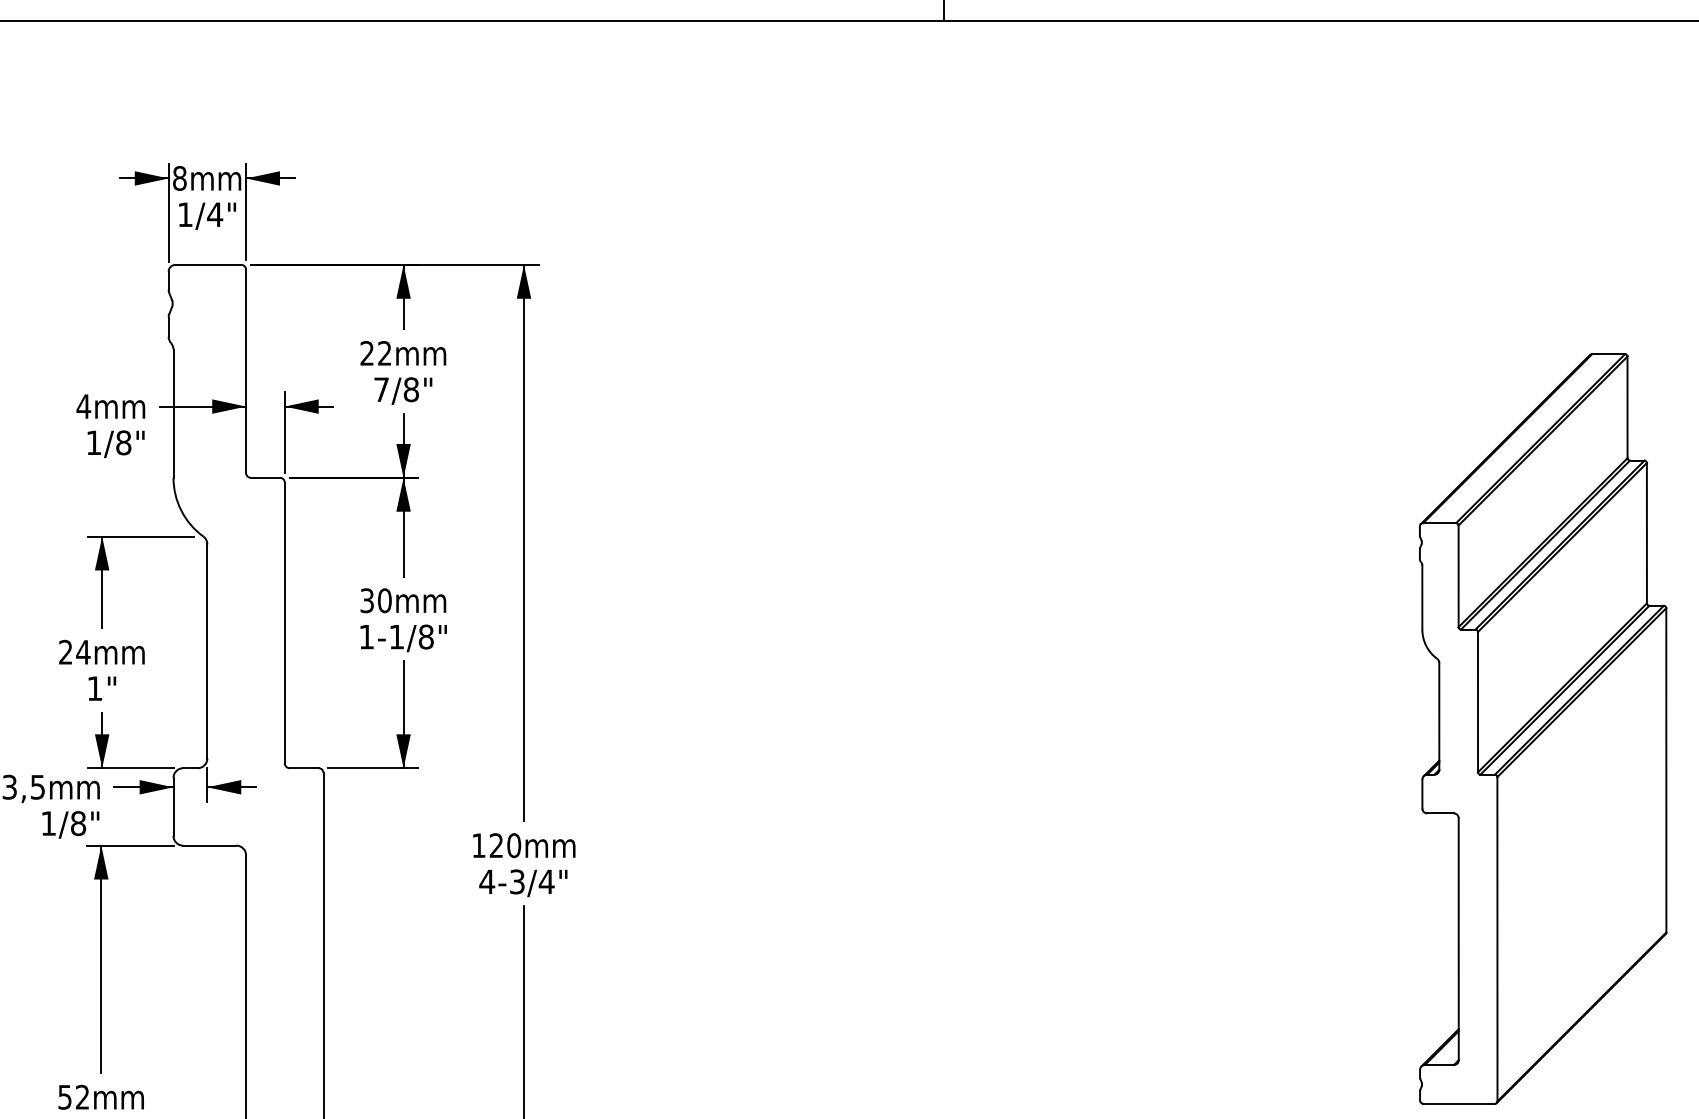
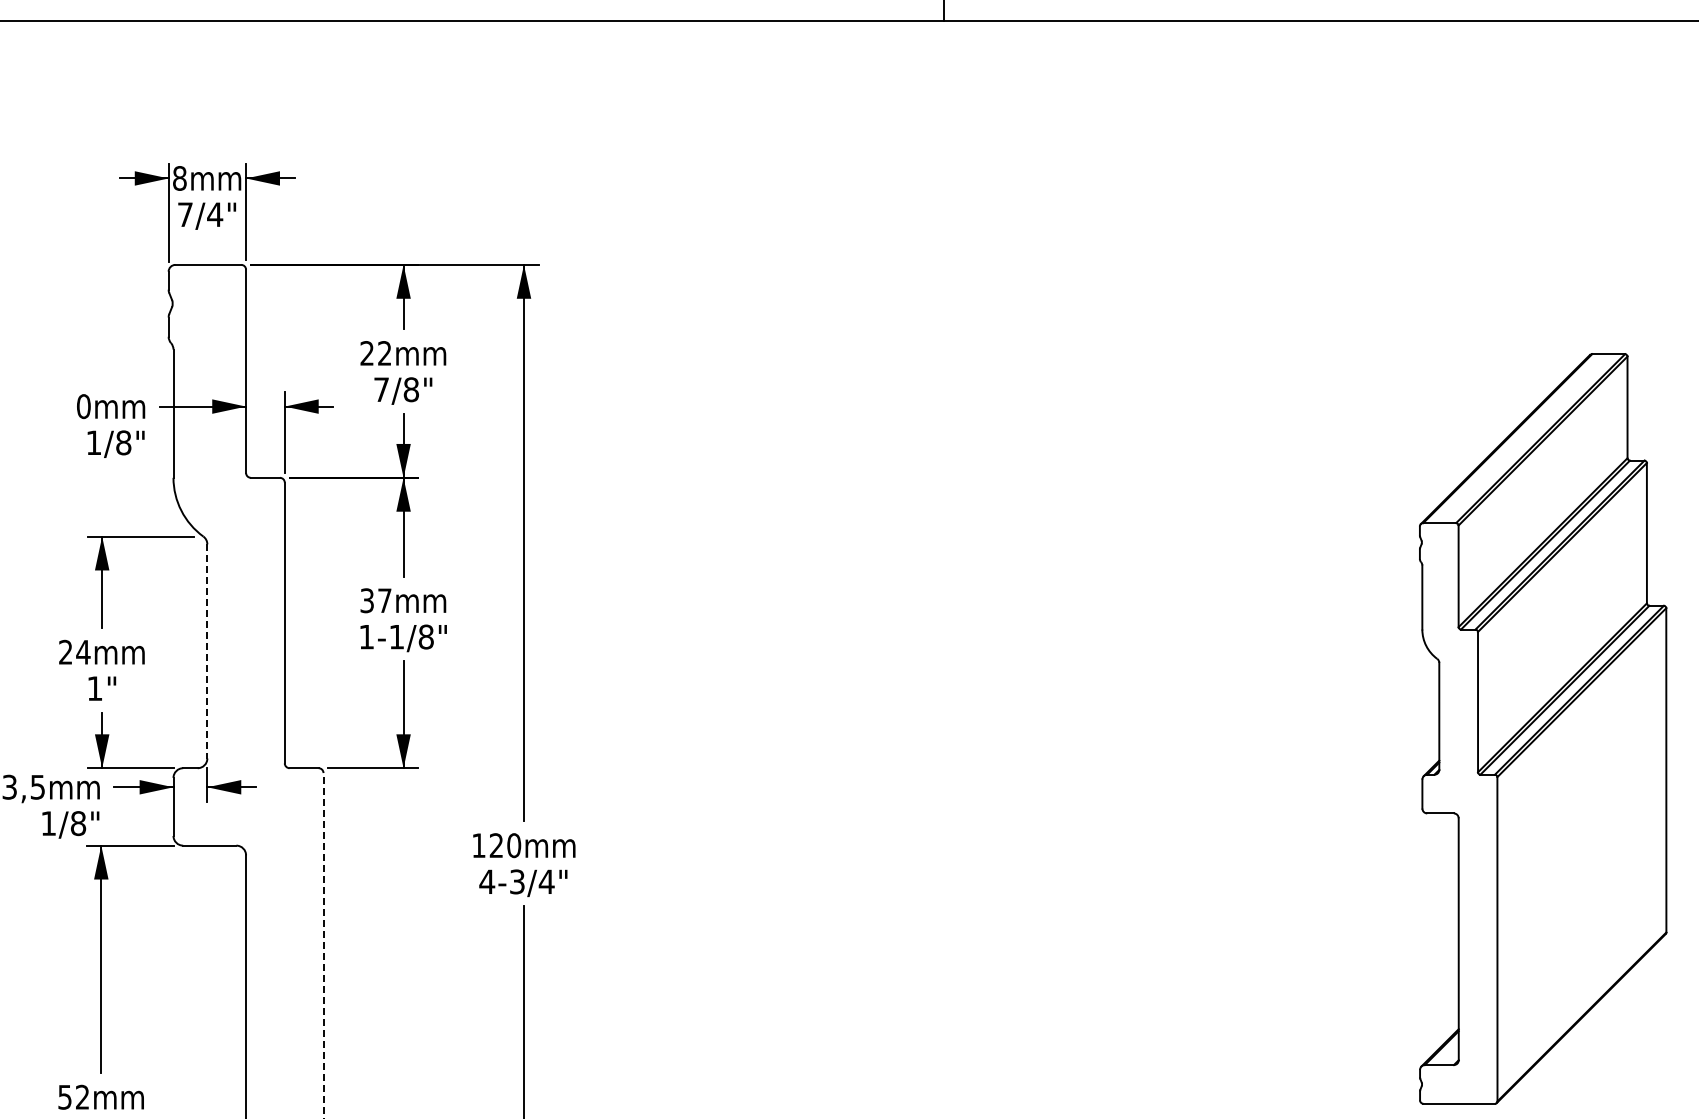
text at (185, 214): 1/4" -> 7/4"
text at (83, 406): 4 -> 0
text at (384, 600): 30 -> 37
line at (207, 651): solid -> dashed
line at (323, 945): solid -> dashed
